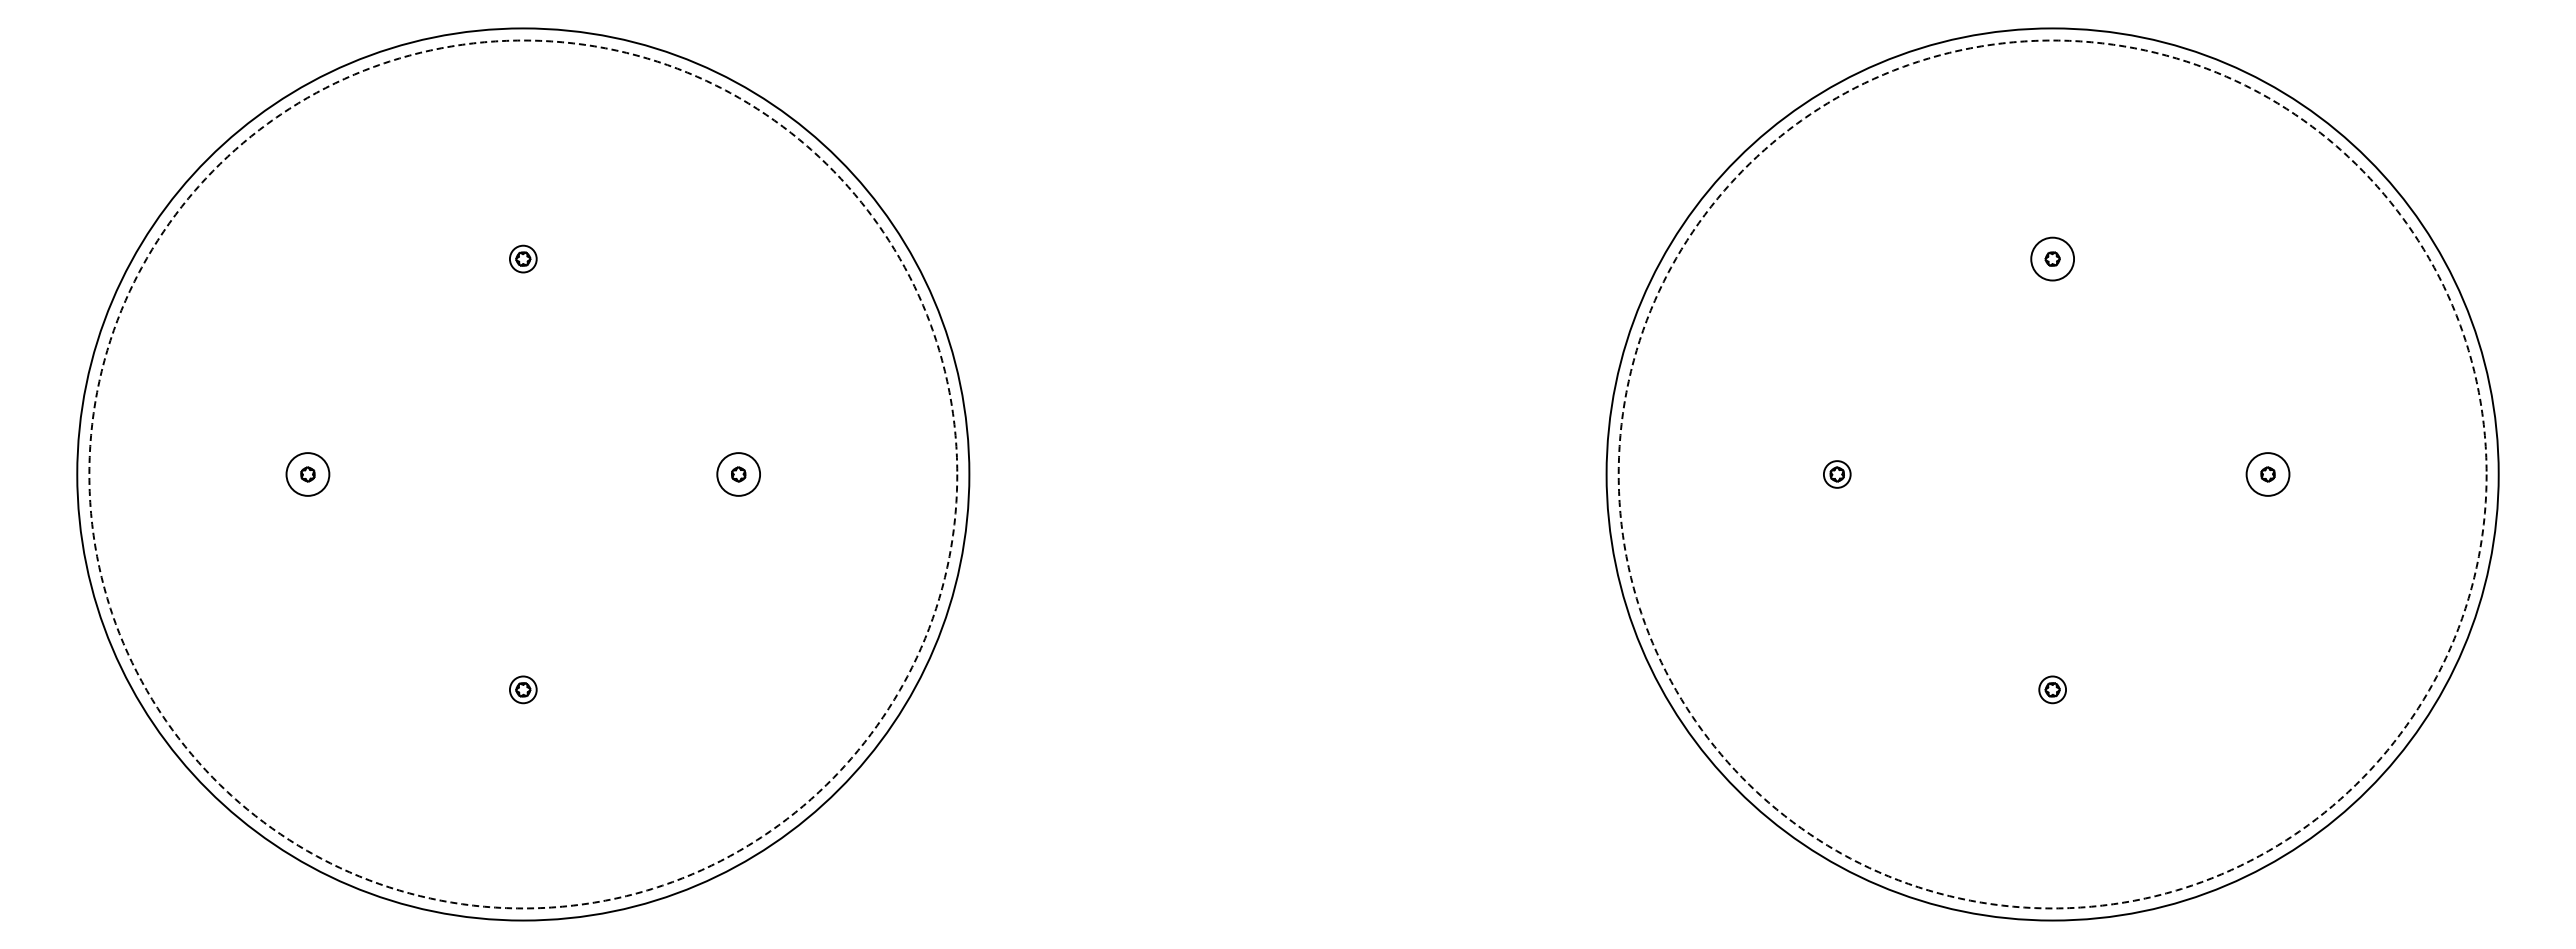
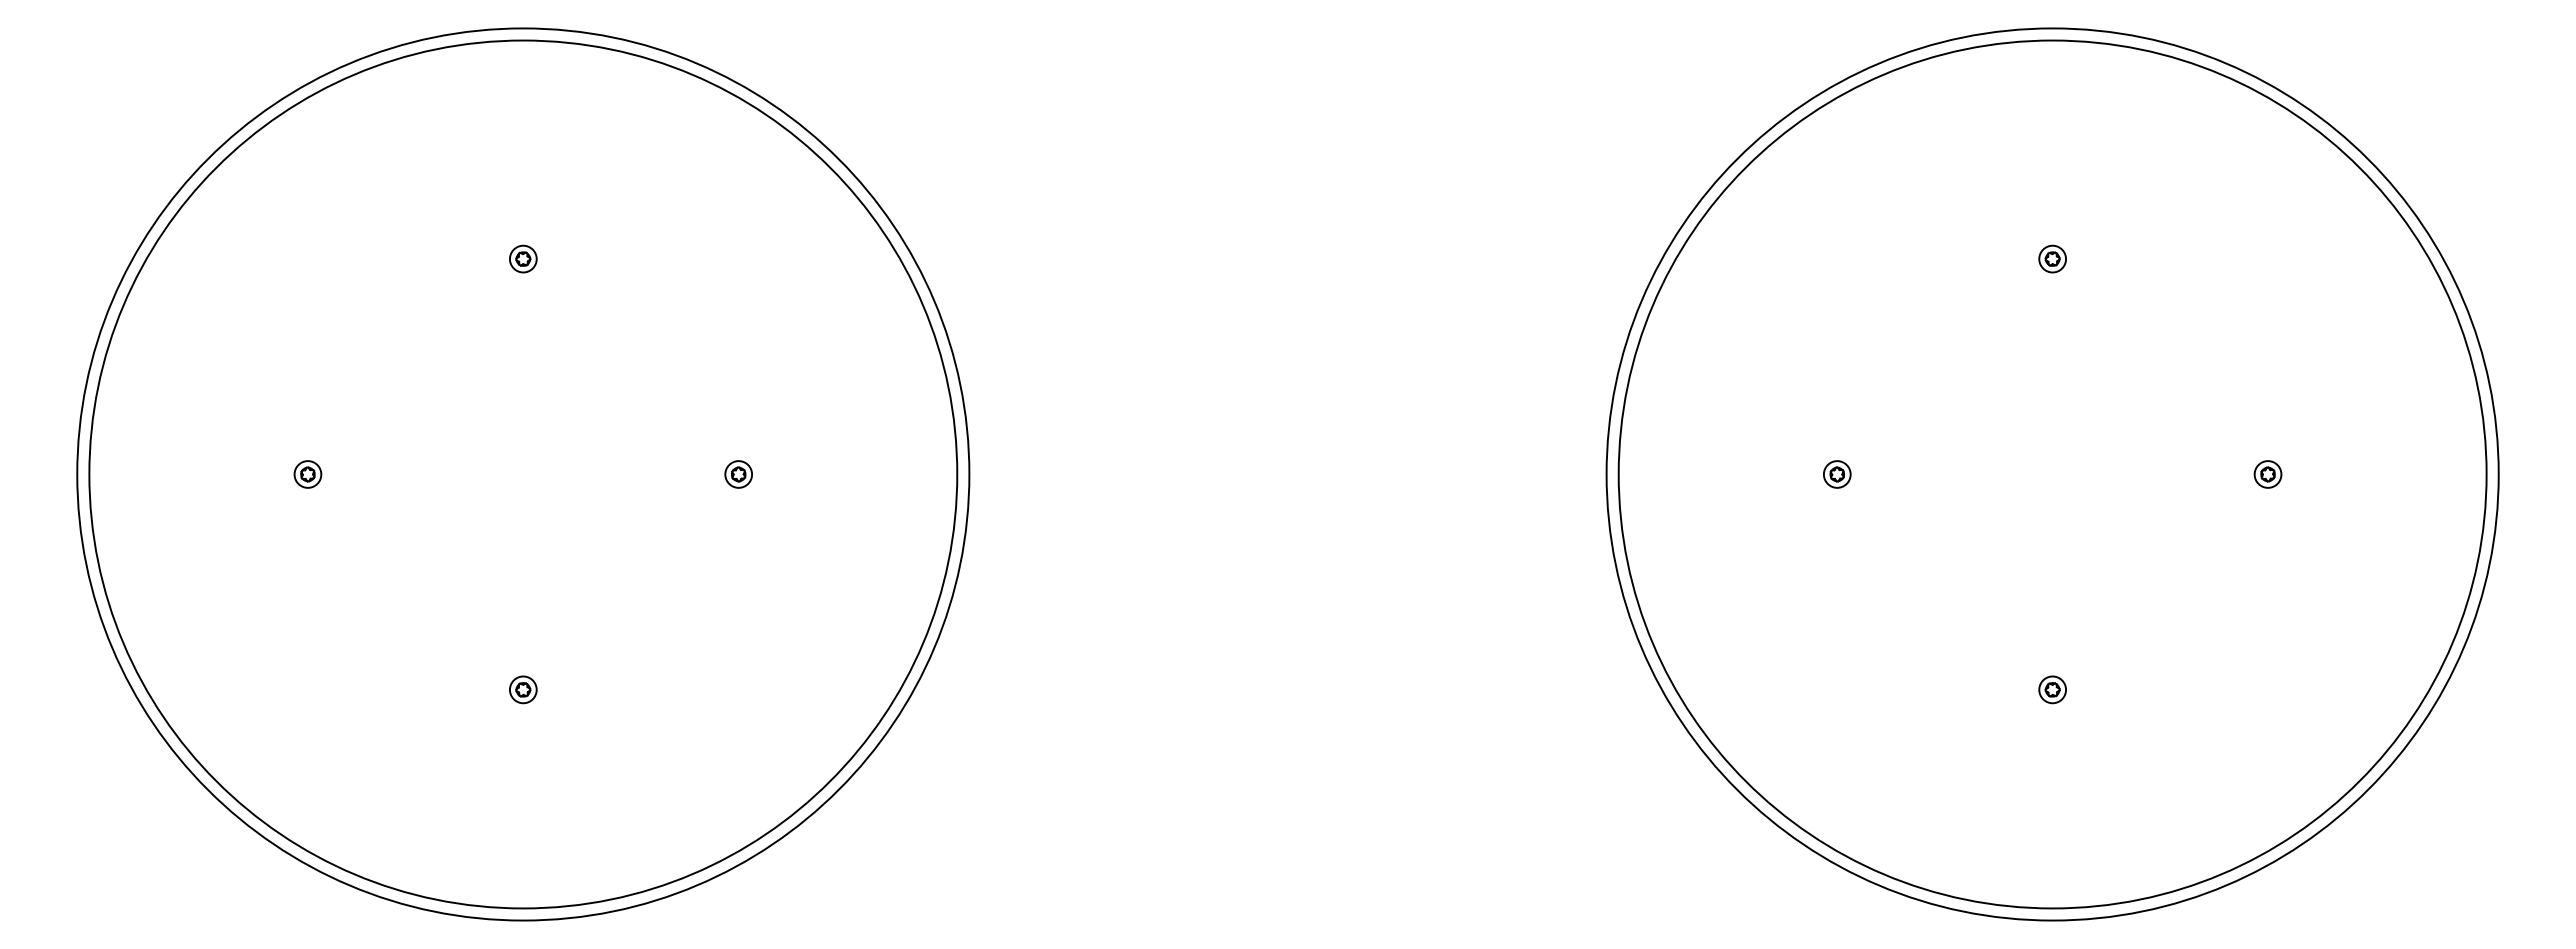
circle at (2052, 258) diameter: 43 px -> 27 px
circle at (307, 474) diameter: 43 px -> 27 px
circle at (523, 474): dashed -> solid
circle at (738, 474) diameter: 43 px -> 27 px
circle at (2052, 474): dashed -> solid
circle at (2267, 474) diameter: 43 px -> 27 px
